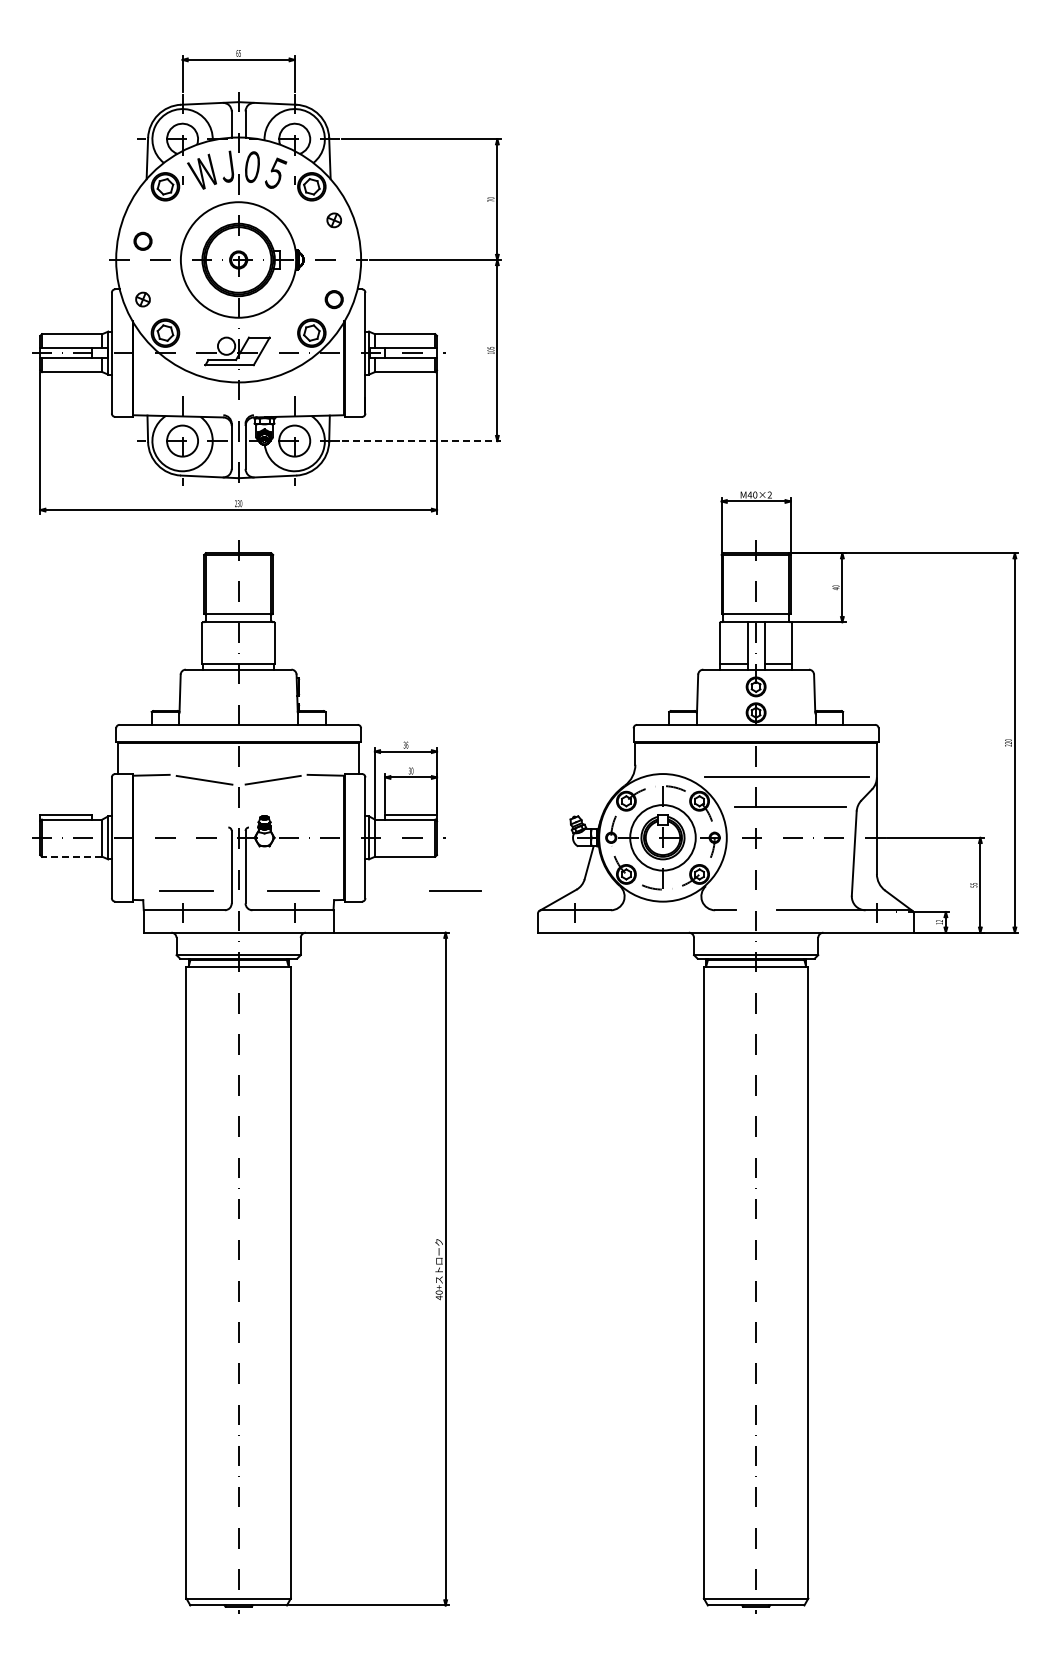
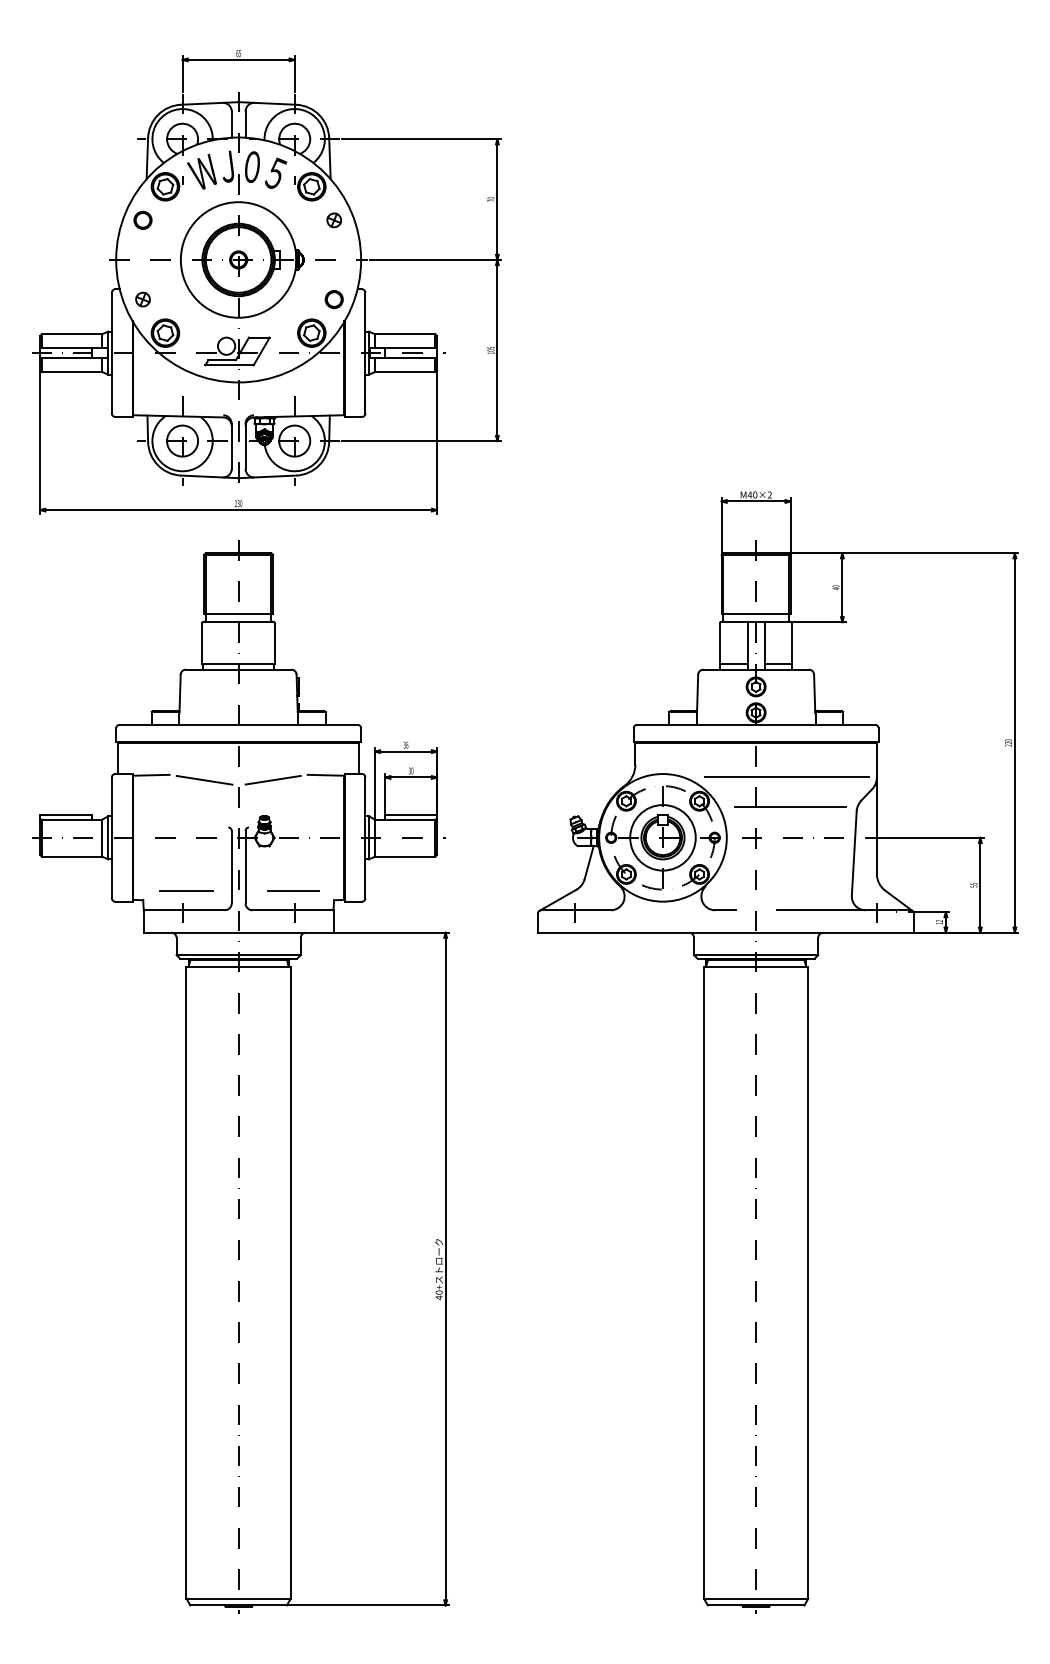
circle at (142, 240) position: (142, 240) -> (142, 219)
line at (421, 441): dashed -> solid
line at (71, 856): dashed -> solid
line at (455, 890): present -> none
